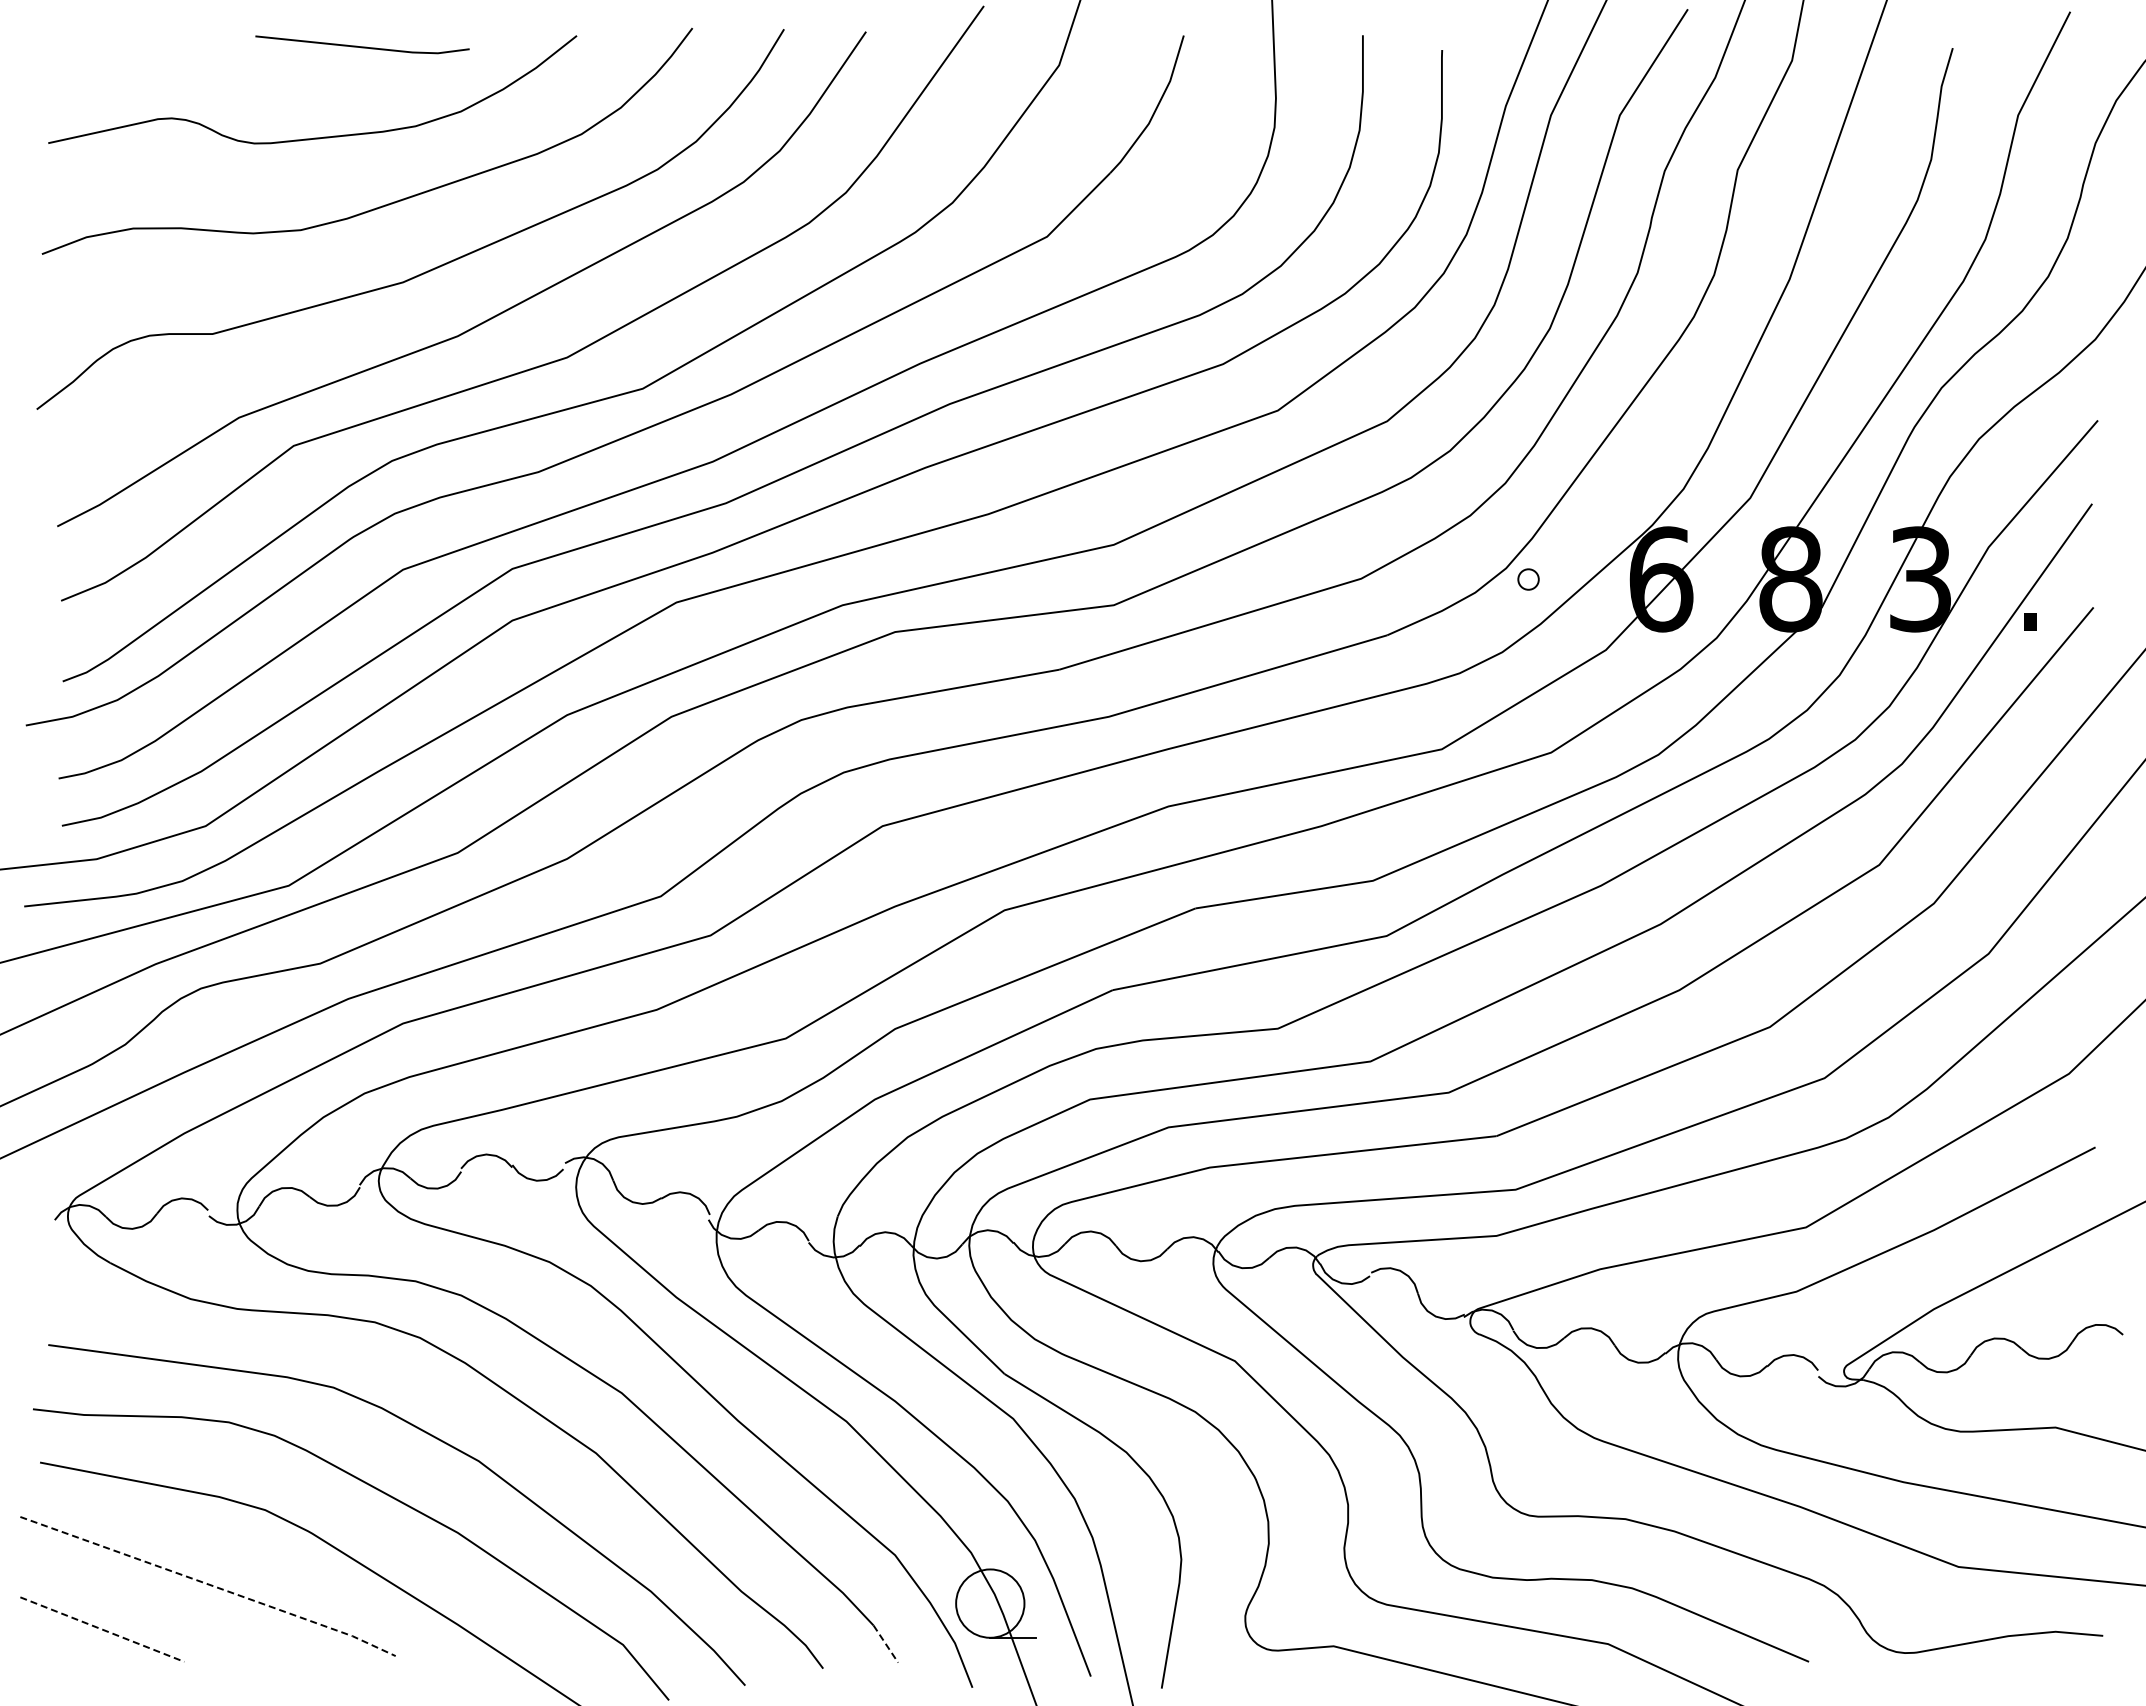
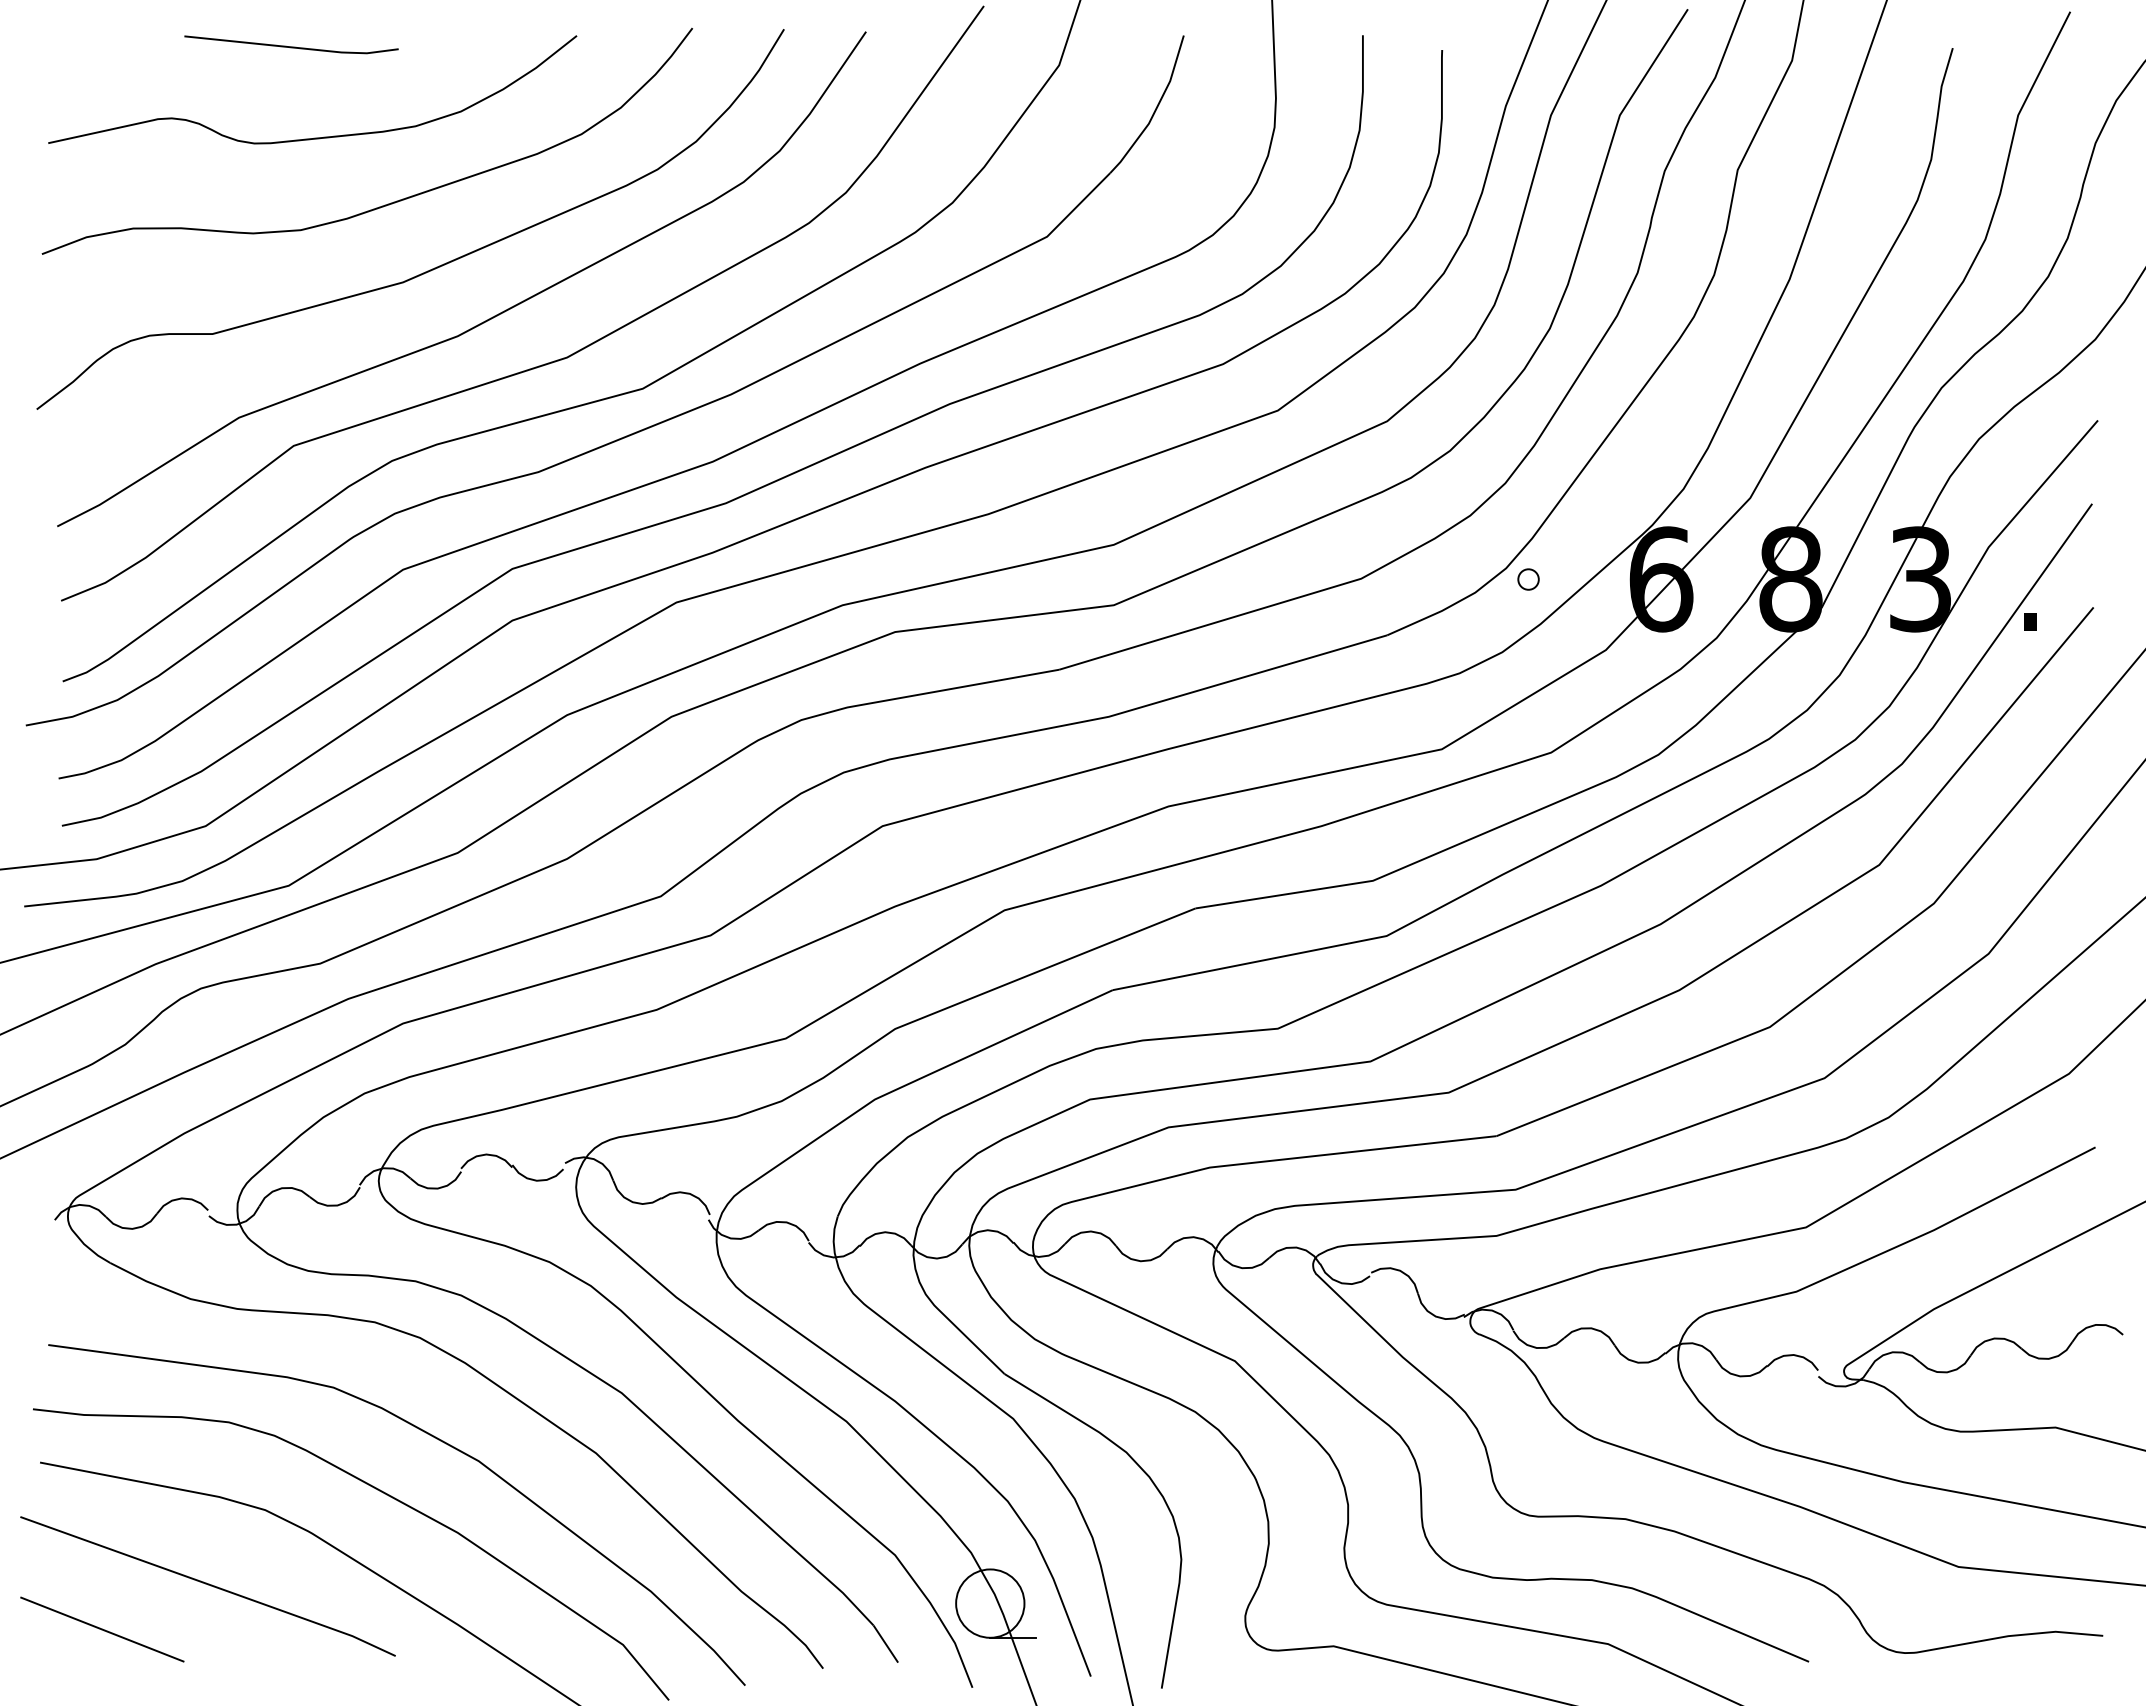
line at (362, 46) position: (362, 46) -> (291, 46)
line at (209, 1584): dashed -> solid
line at (102, 1629): dashed -> solid
line at (886, 1644): dashed -> solid
